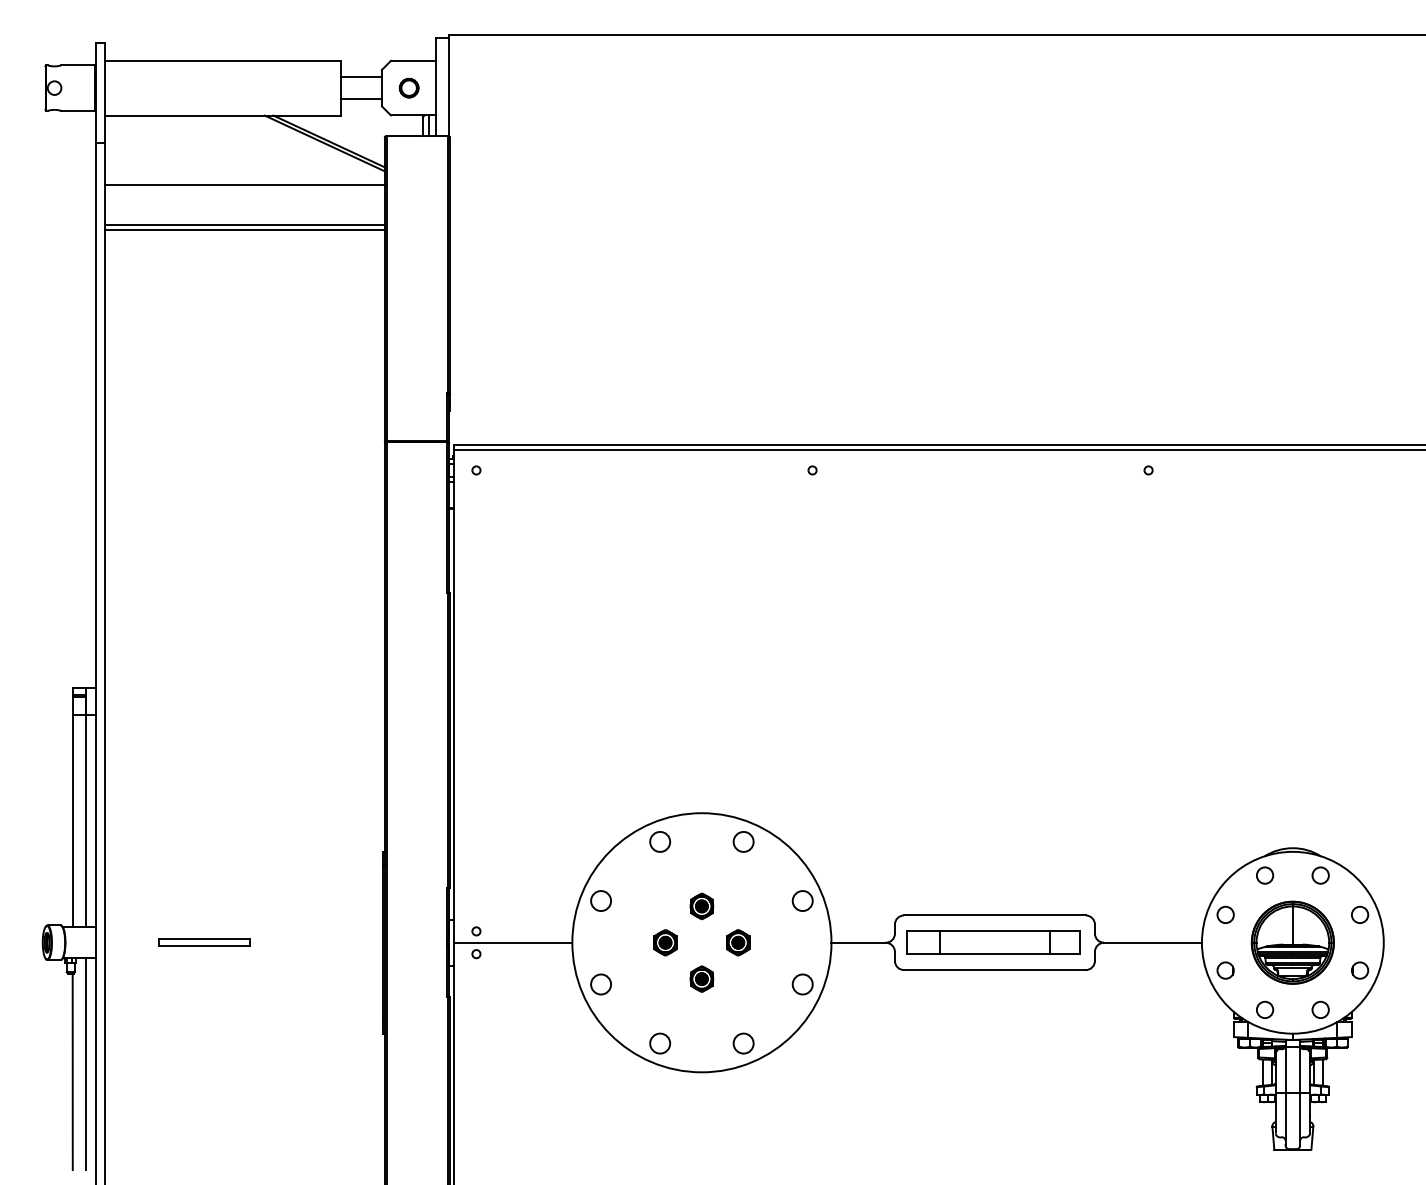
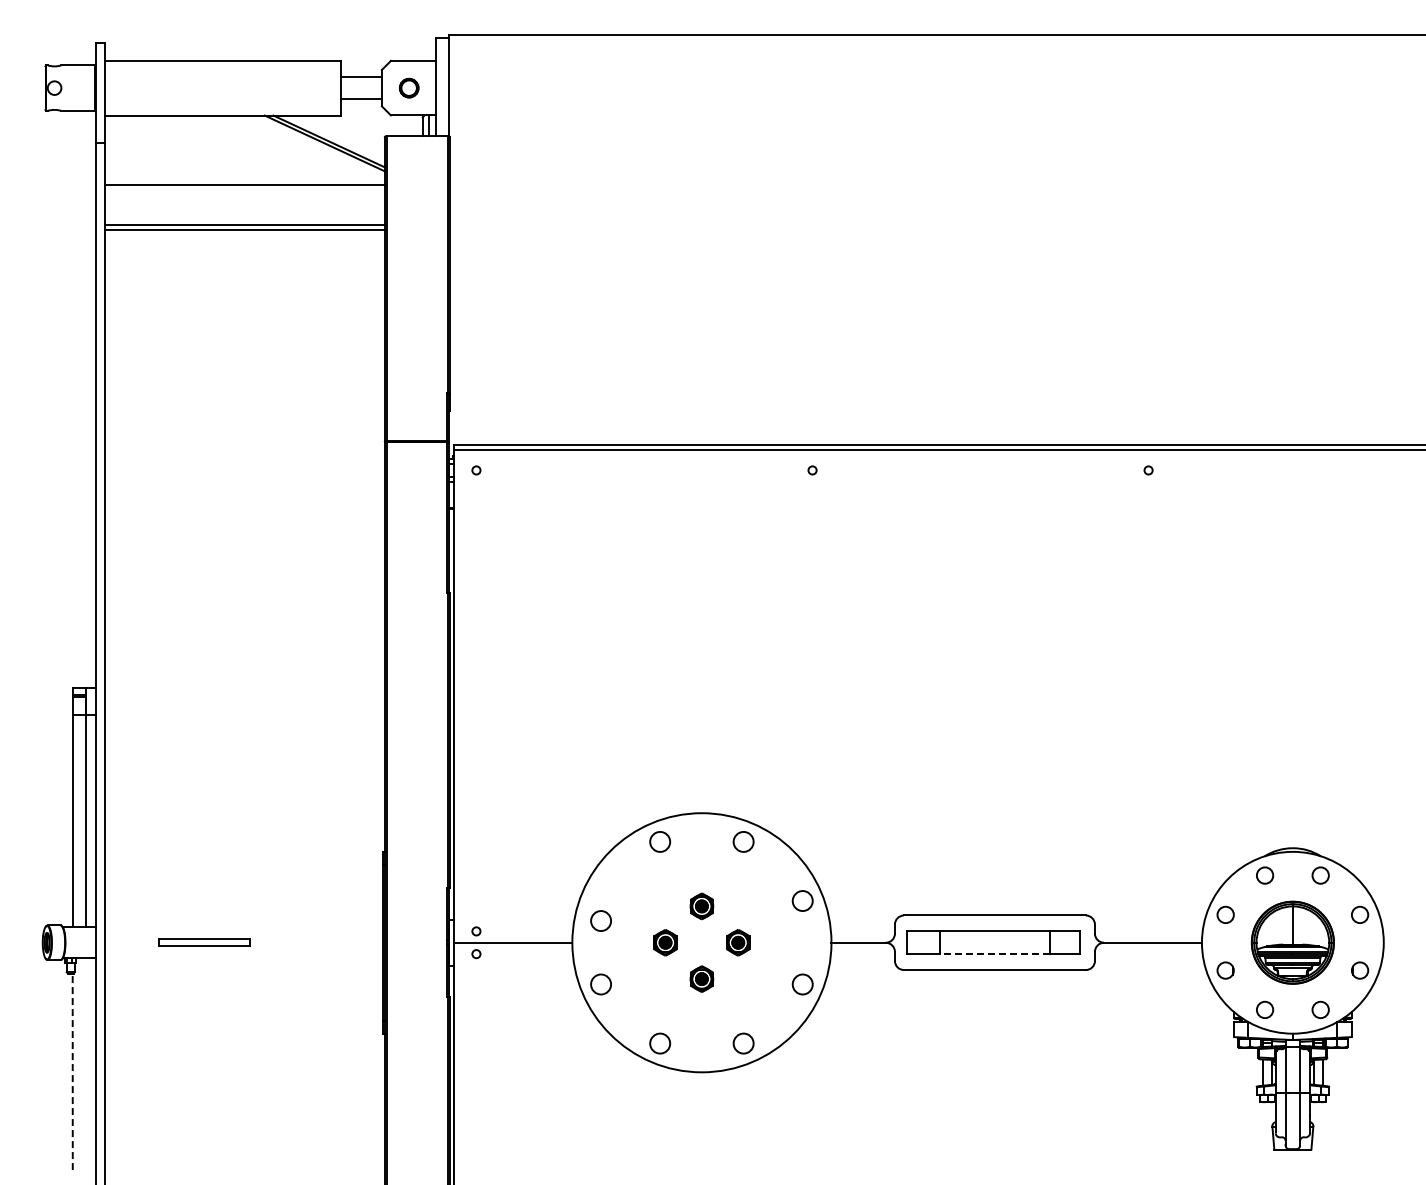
circle at (600, 900) position: (600, 900) -> (600, 920)
line at (994, 954): solid -> dashed
line at (86, 1064): present -> none
line at (72, 1071): solid -> dashed
